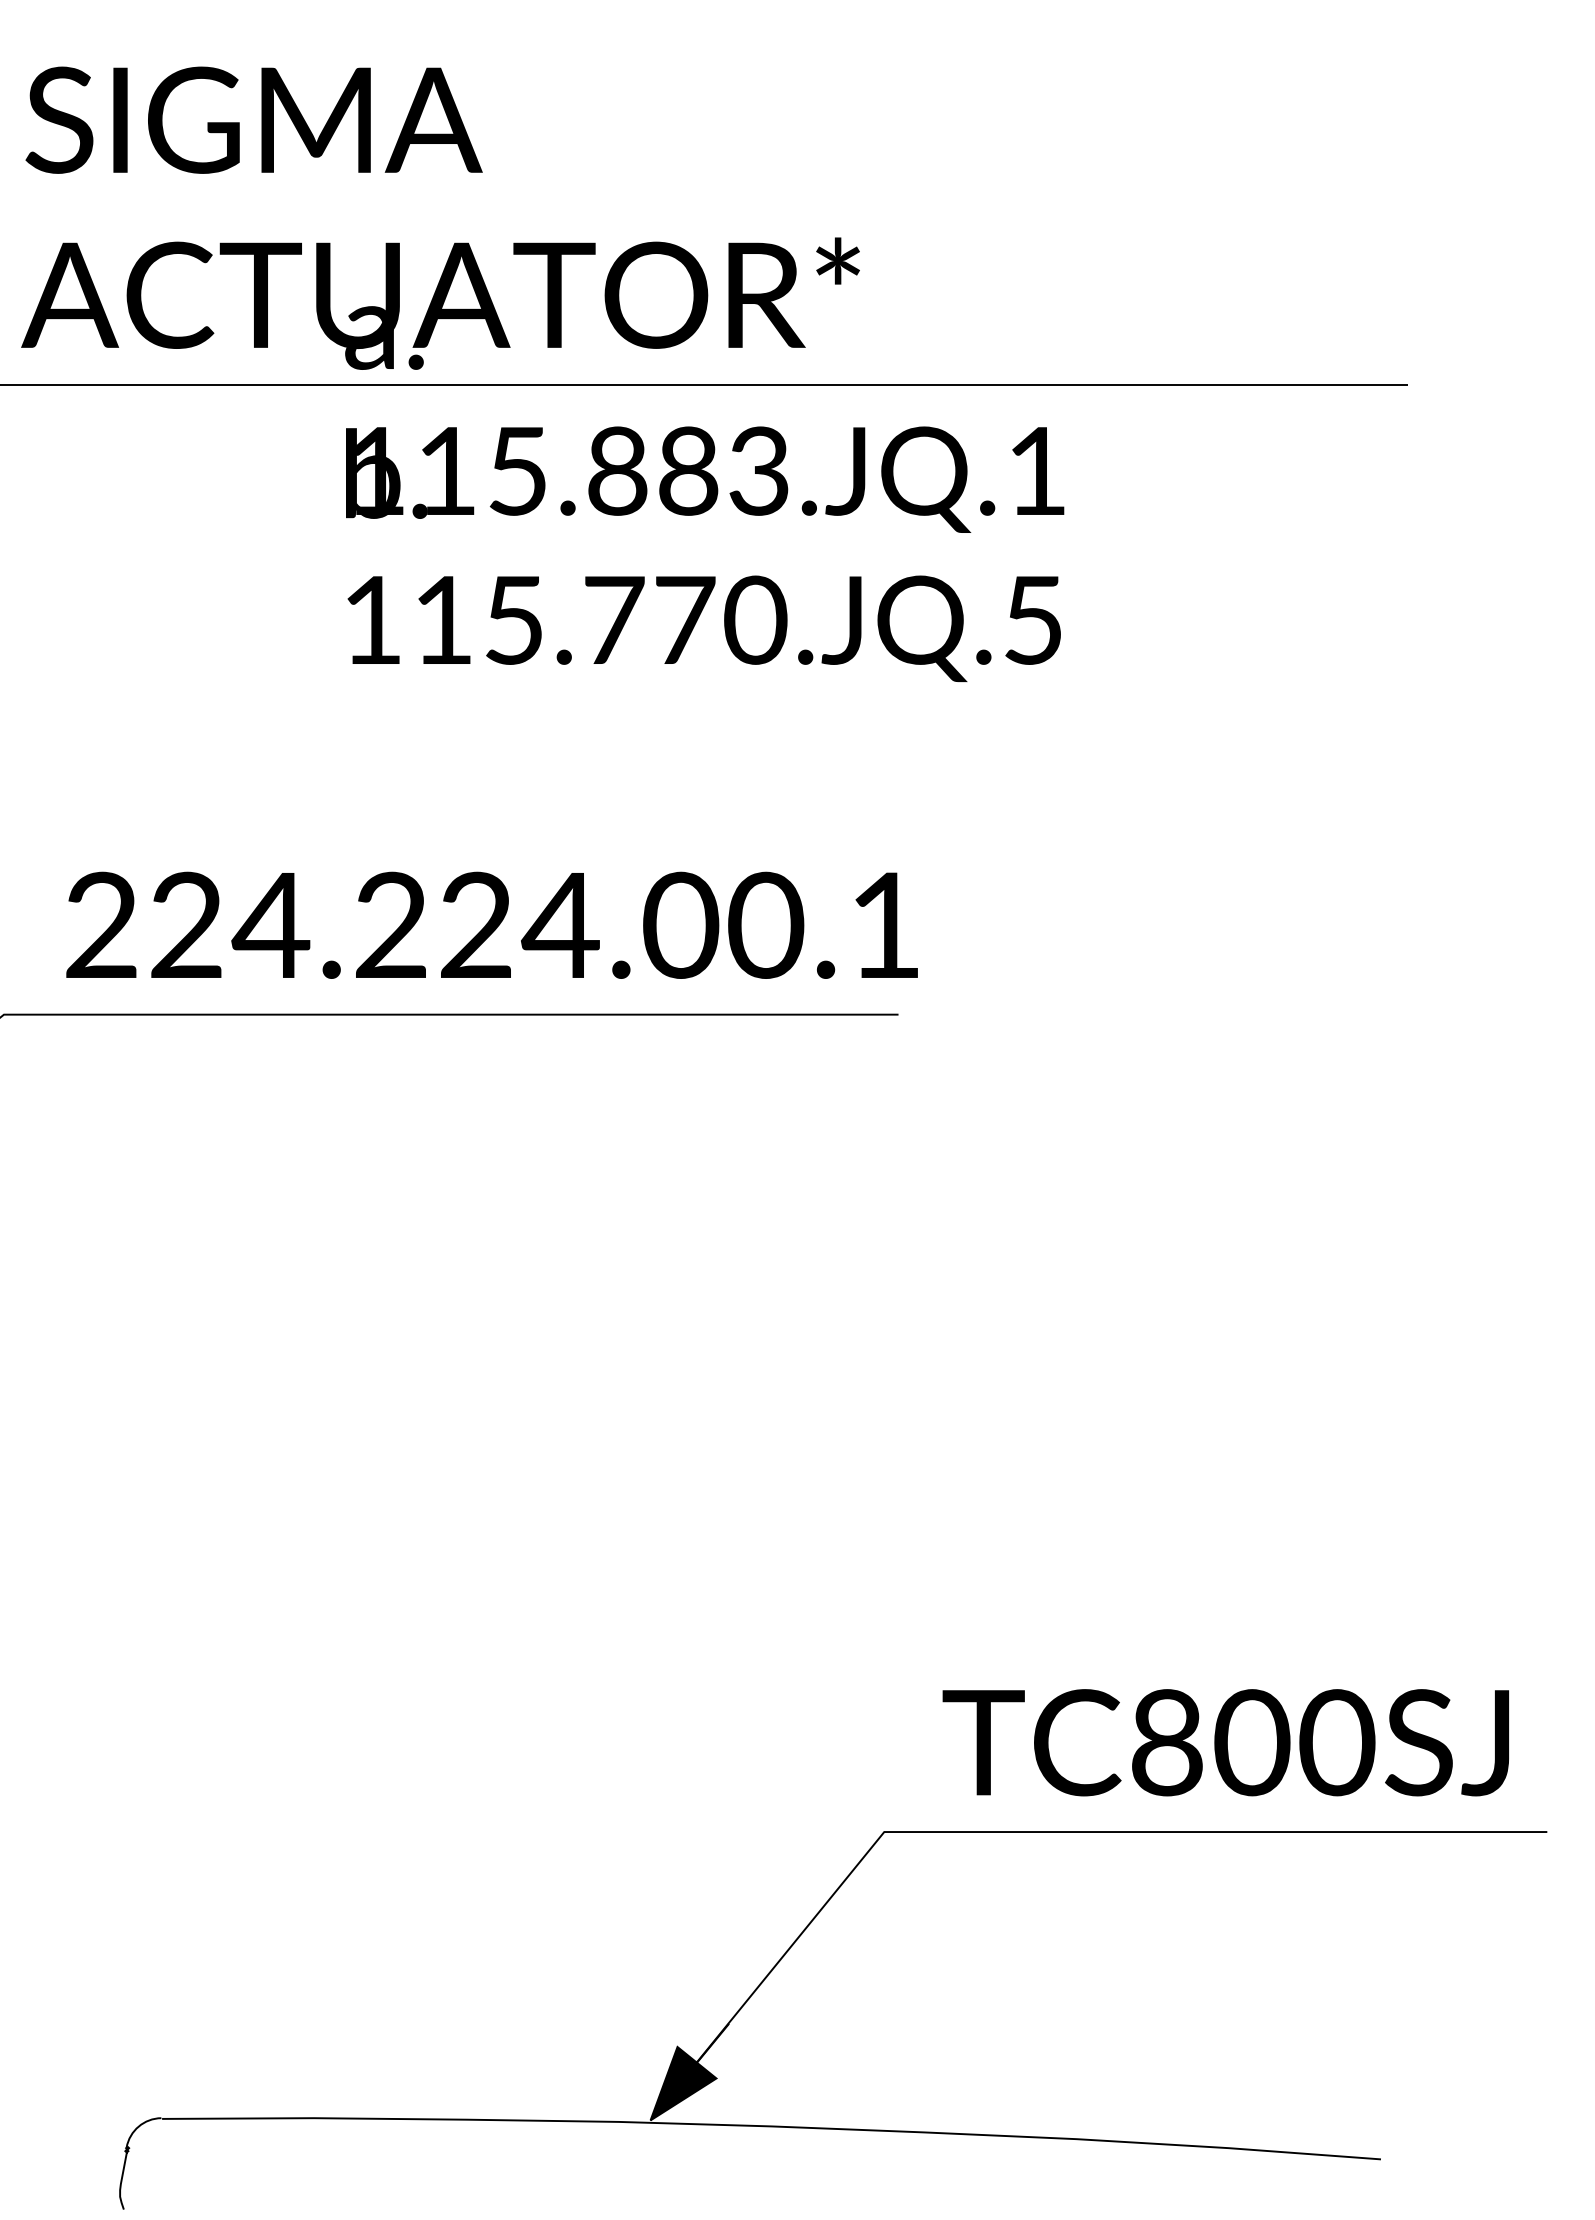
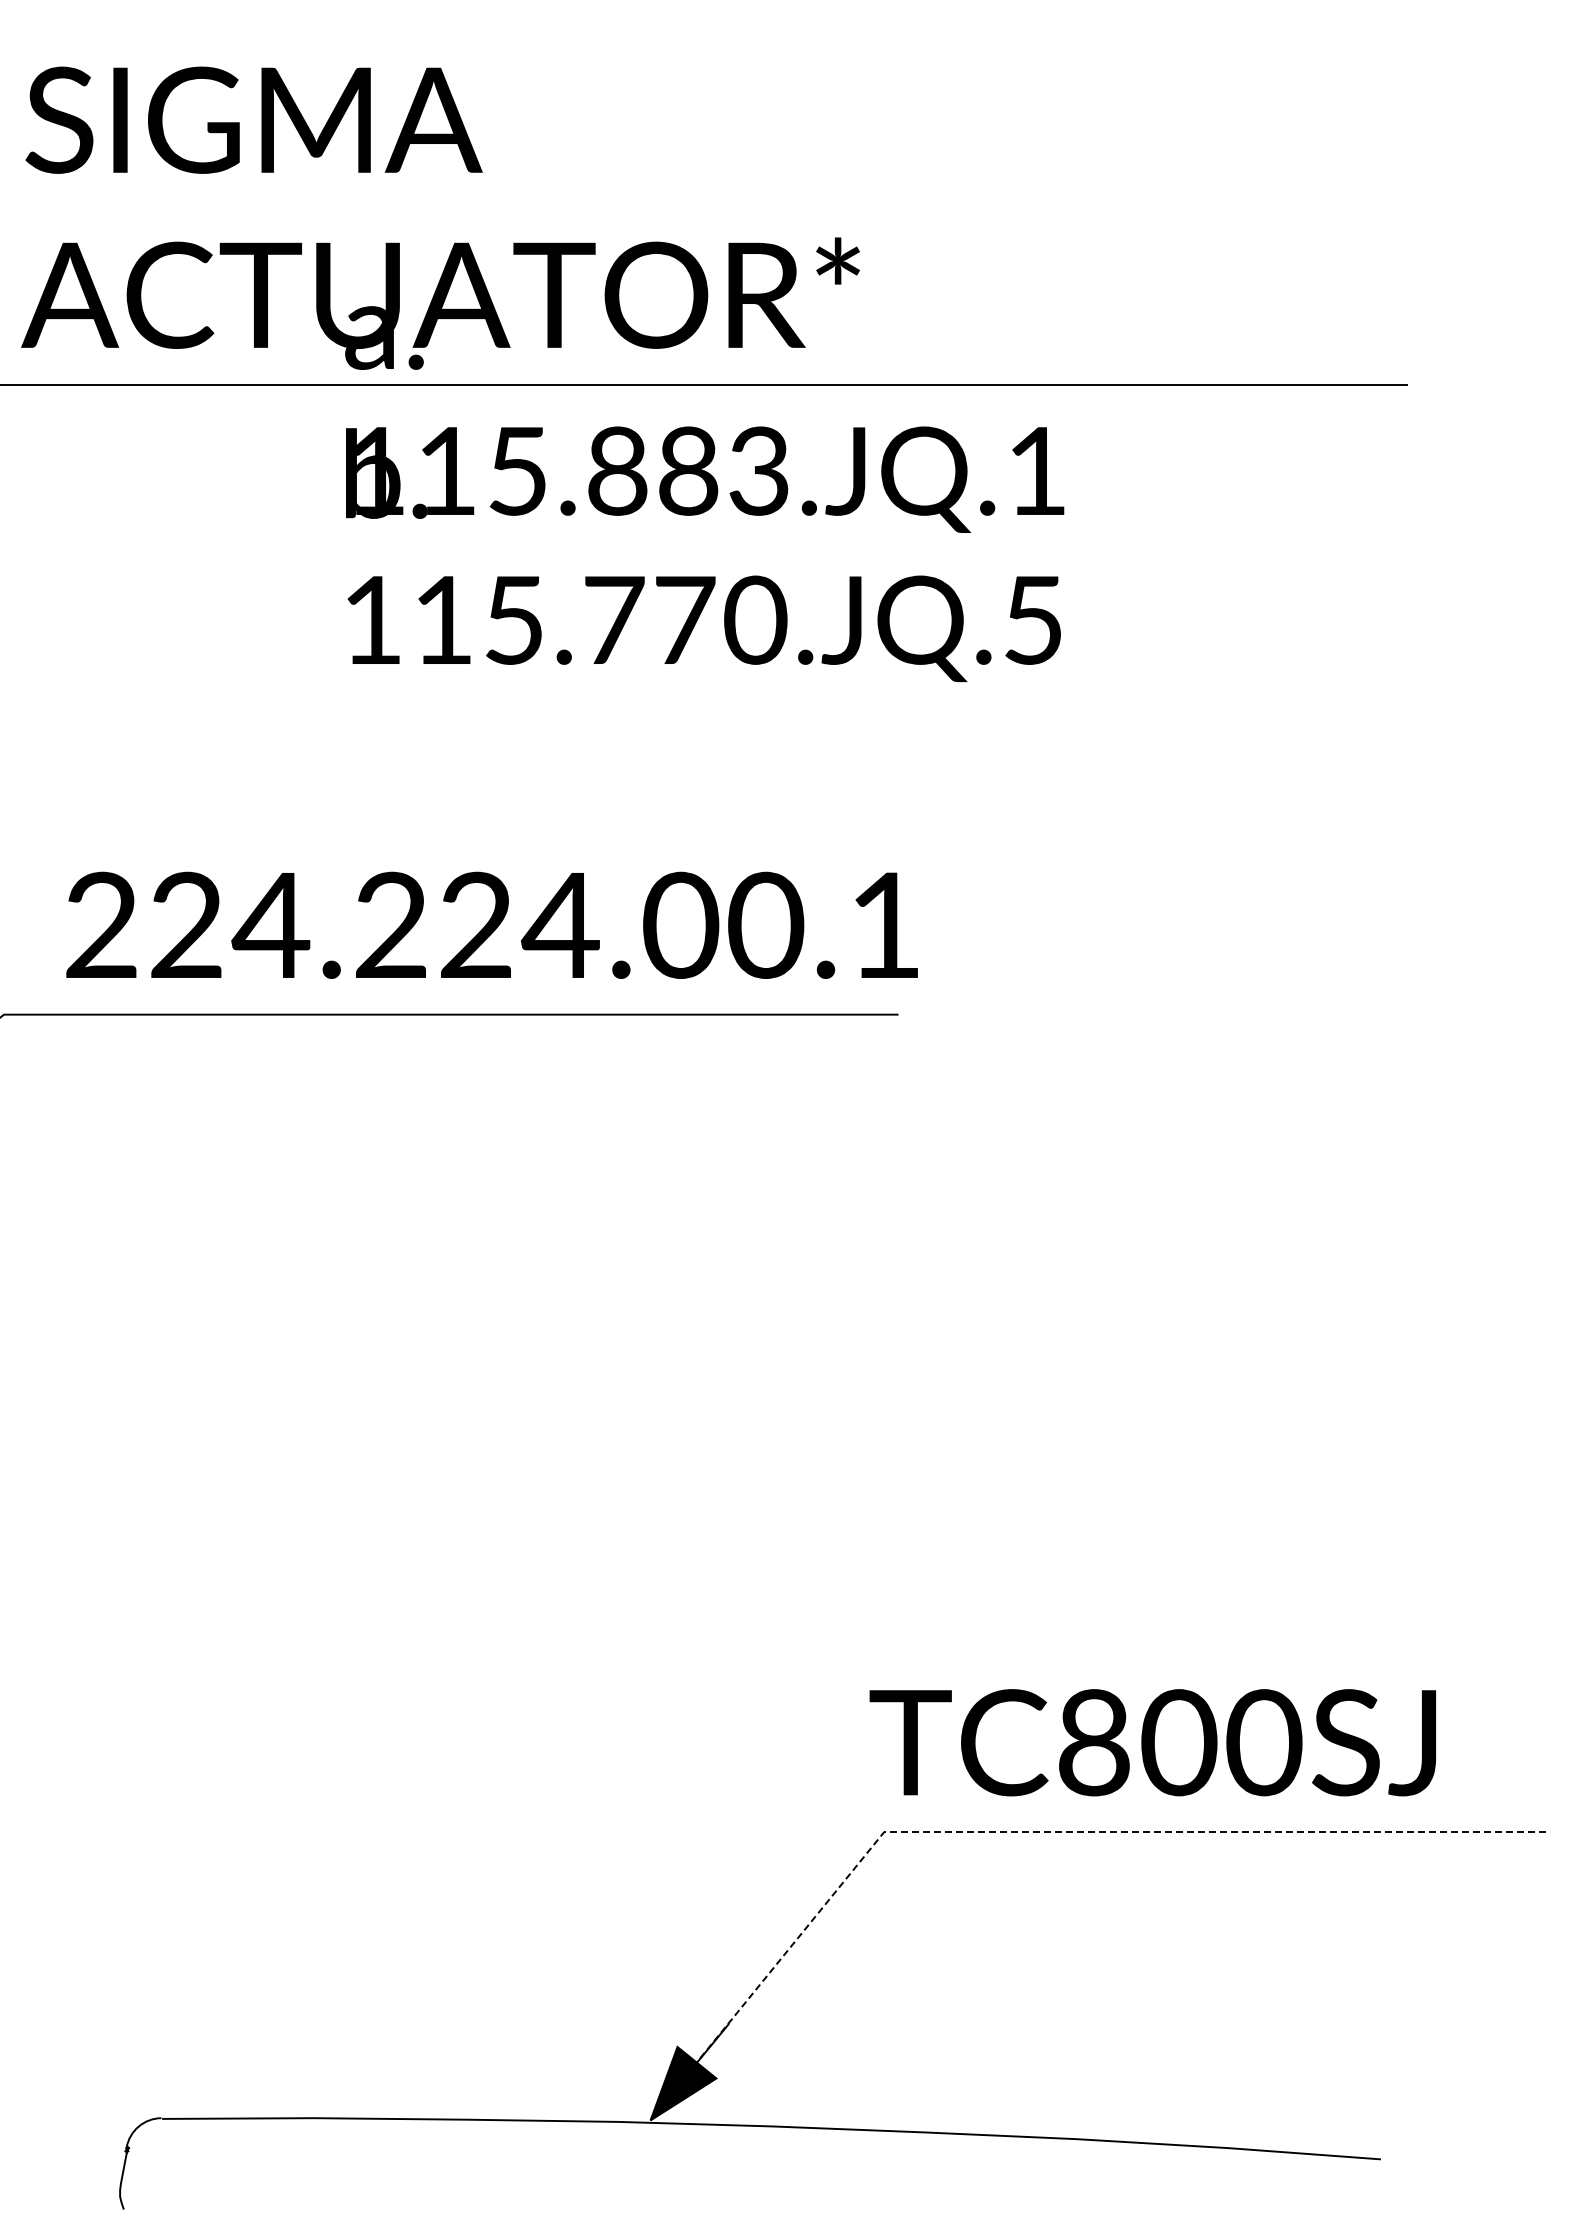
text at (1225, 1742) position: (1225, 1742) -> (1152, 1742)
line at (1042, 1832): solid -> dashed
